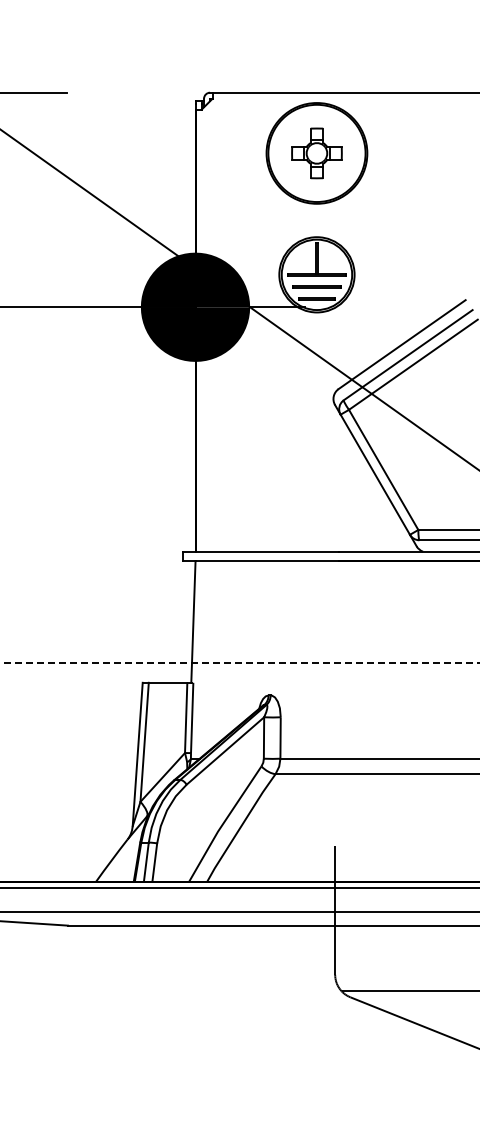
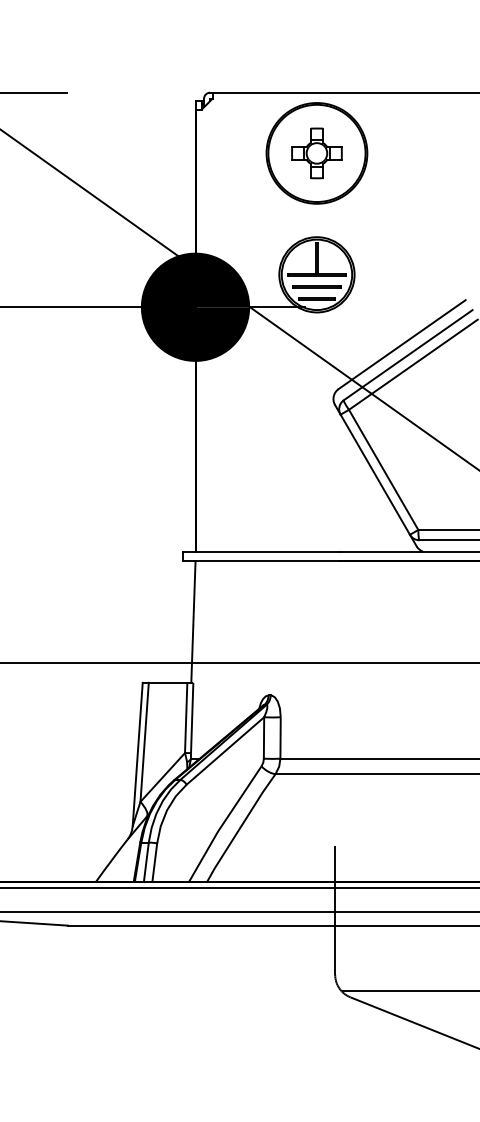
line at (240, 663): dashed -> solid
